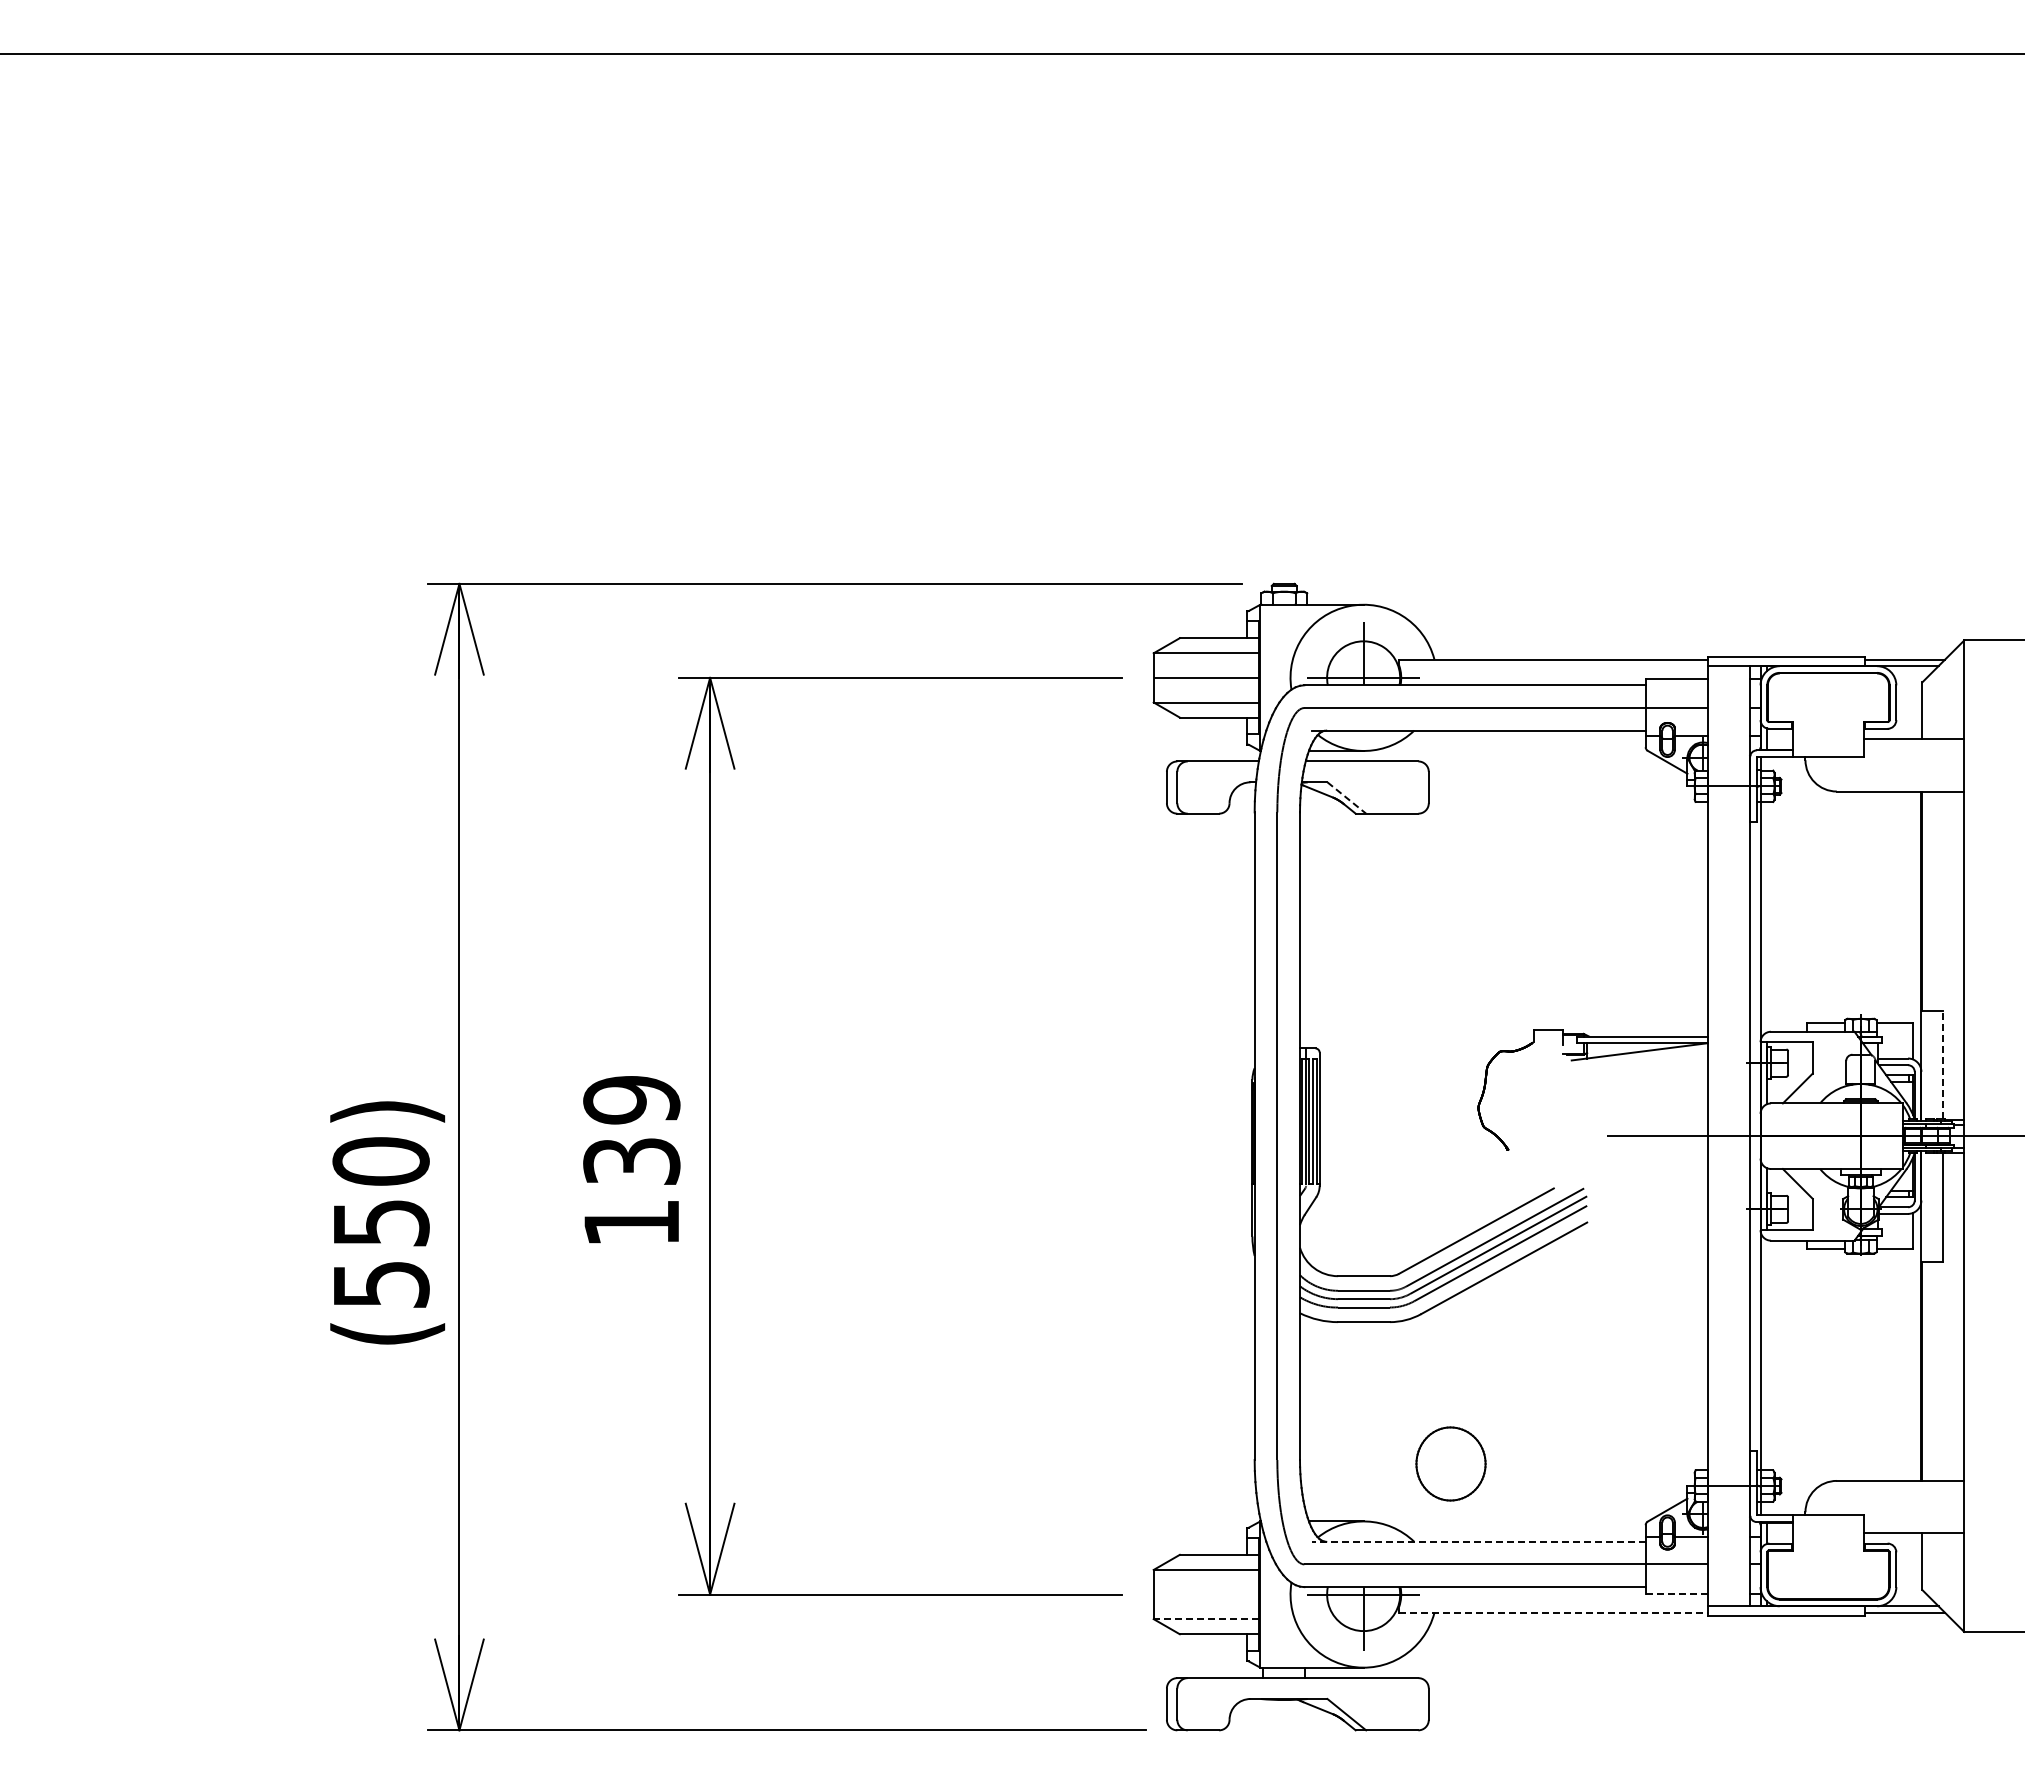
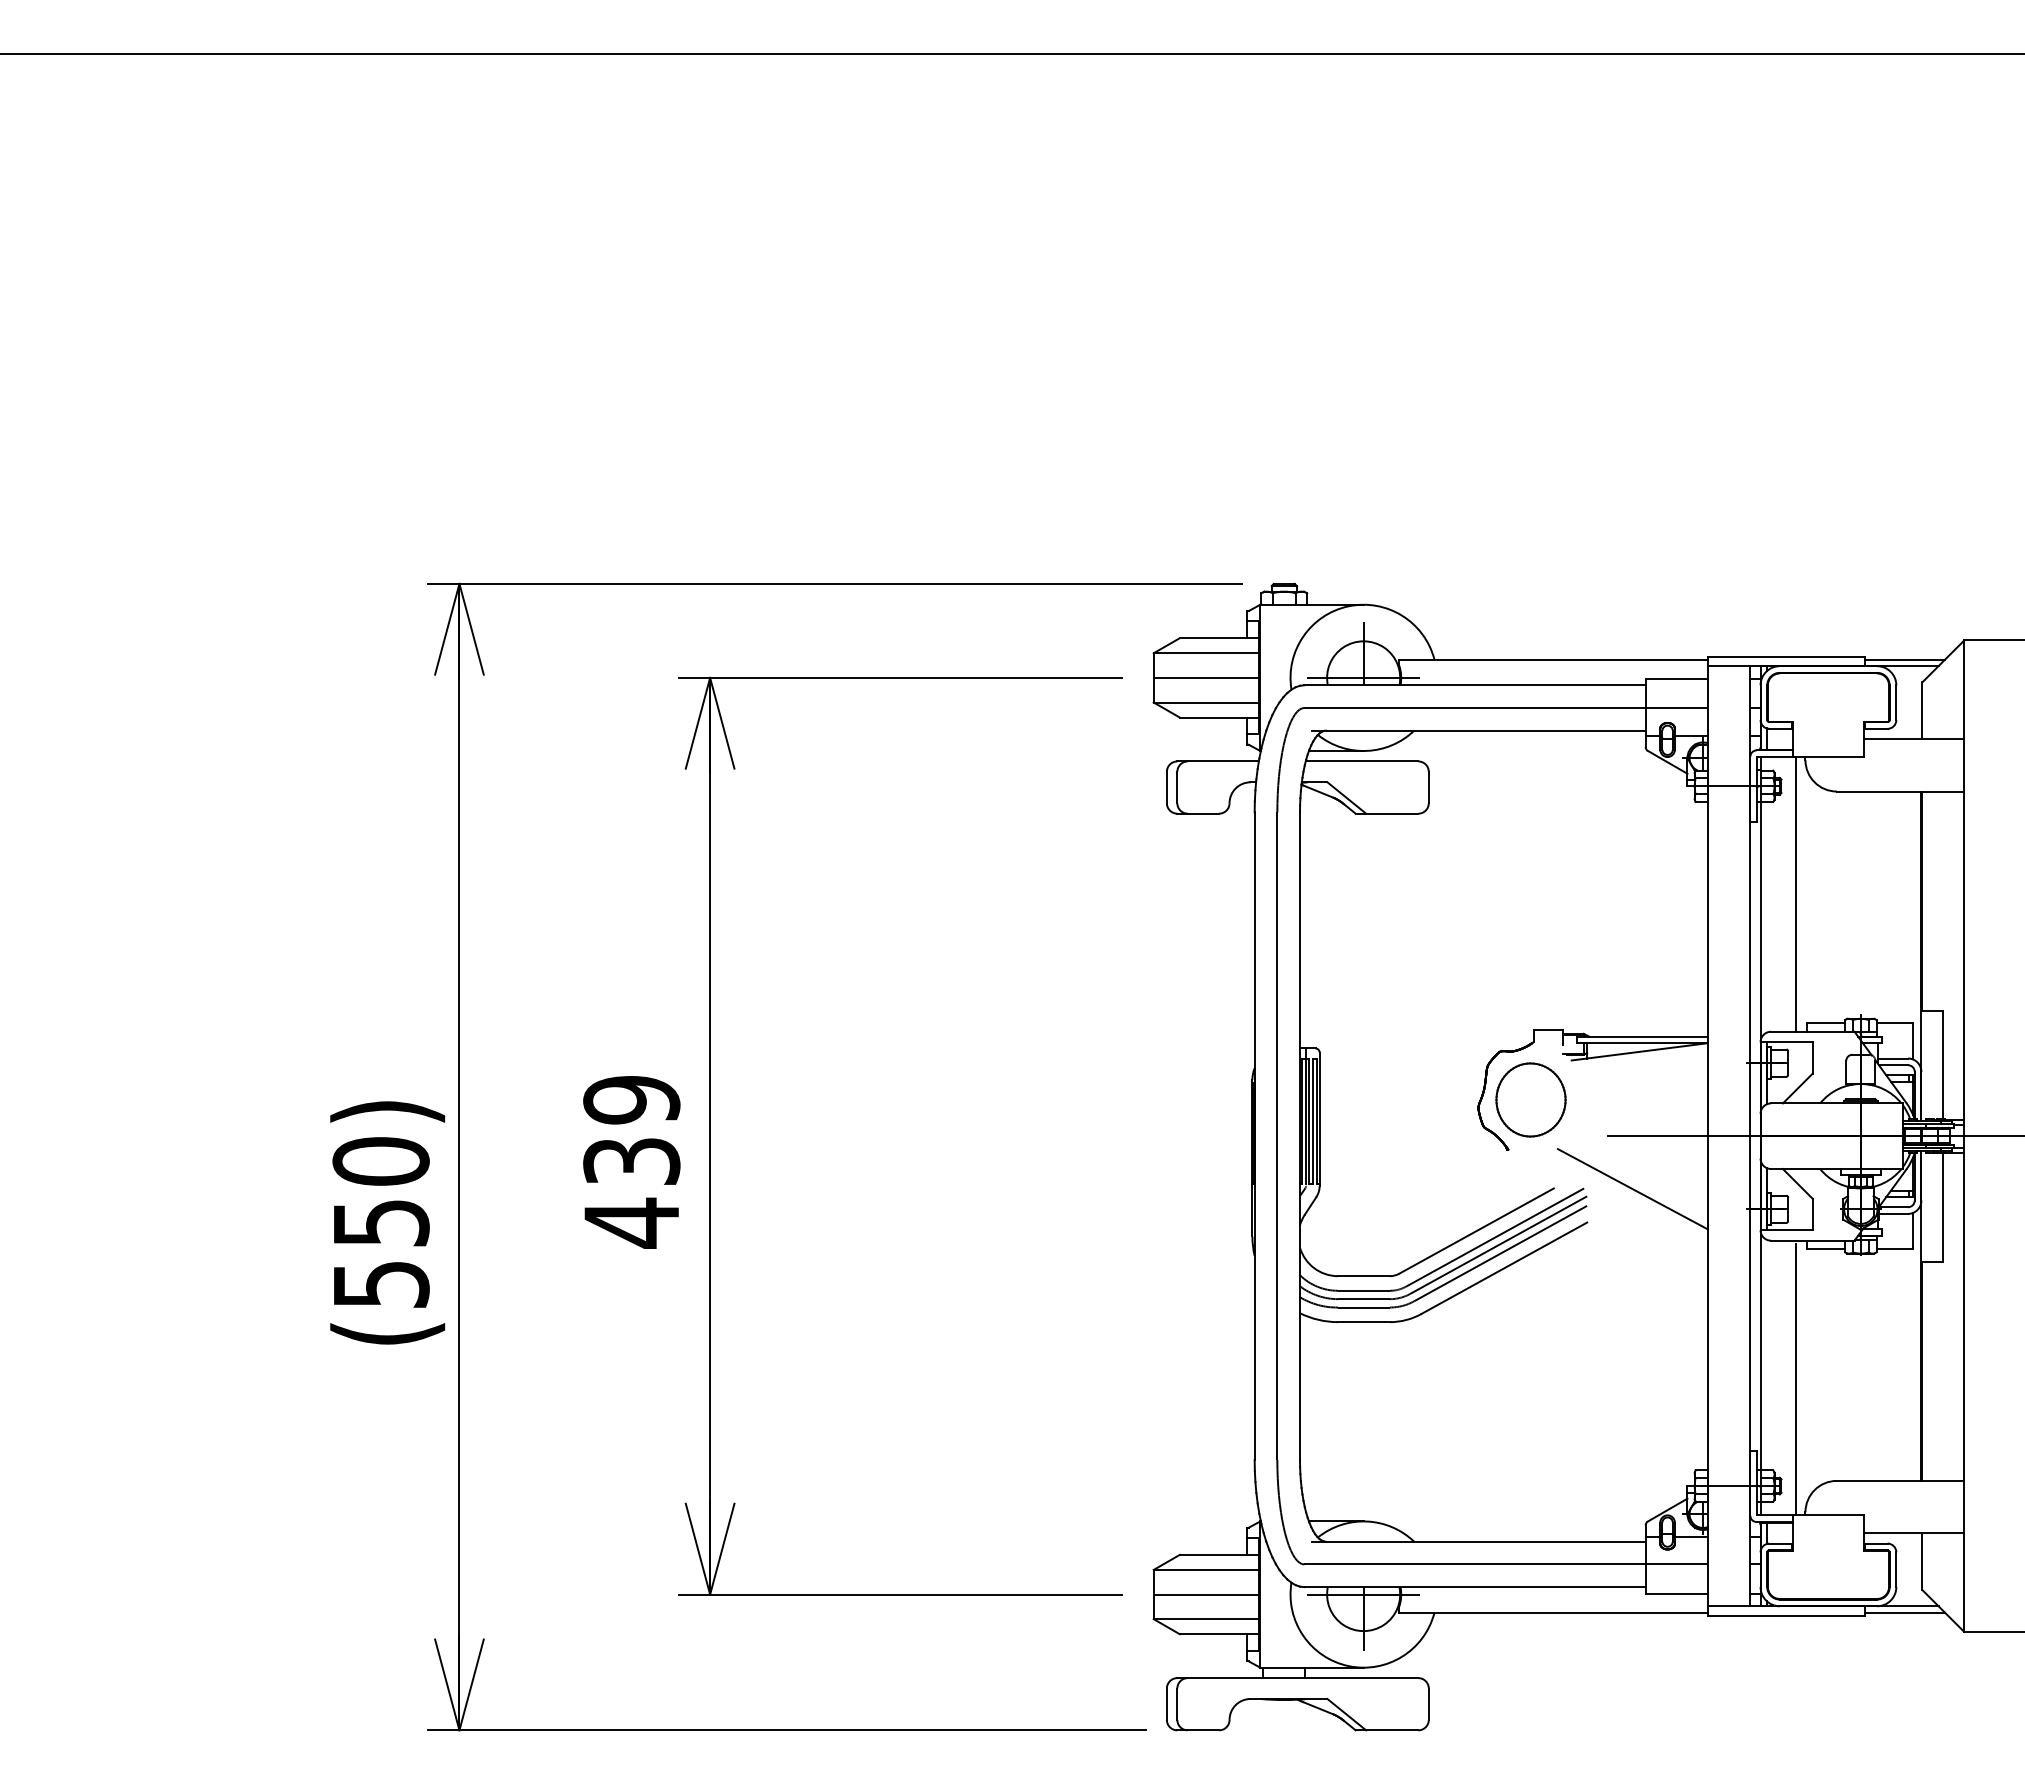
line at (1346, 798): dashed -> solid
line at (1796, 894): none -> present
line at (1943, 1064): dashed -> solid
line at (1632, 1189): none -> present
text at (631, 1222): 139 -> 439
line at (1796, 1379): none -> present
part at (1450, 1463) position: (1450, 1463) -> (1530, 1099)
line at (1478, 1541): dashed -> solid
line at (1677, 1593): dashed -> solid
line at (1206, 1594): none -> present
line at (1553, 1612): dashed -> solid
line at (1206, 1619): dashed -> solid
